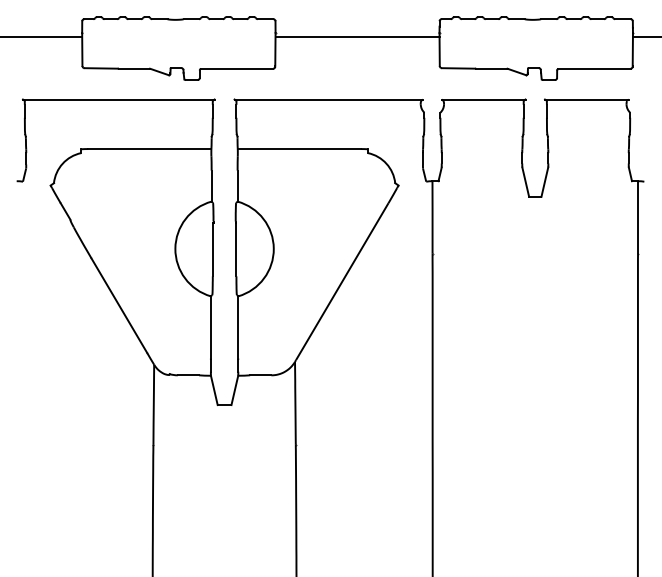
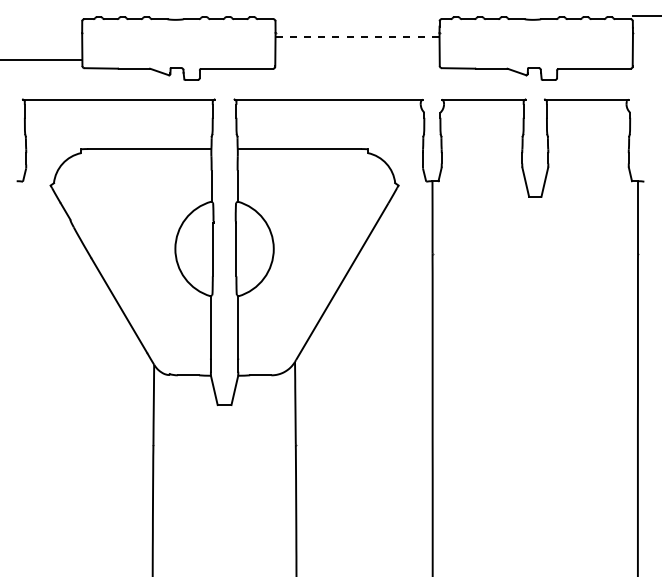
line at (42, 37) position: (42, 37) -> (42, 60)
line at (357, 37): solid -> dashed
line at (645, 37) position: (645, 37) -> (645, 16)
